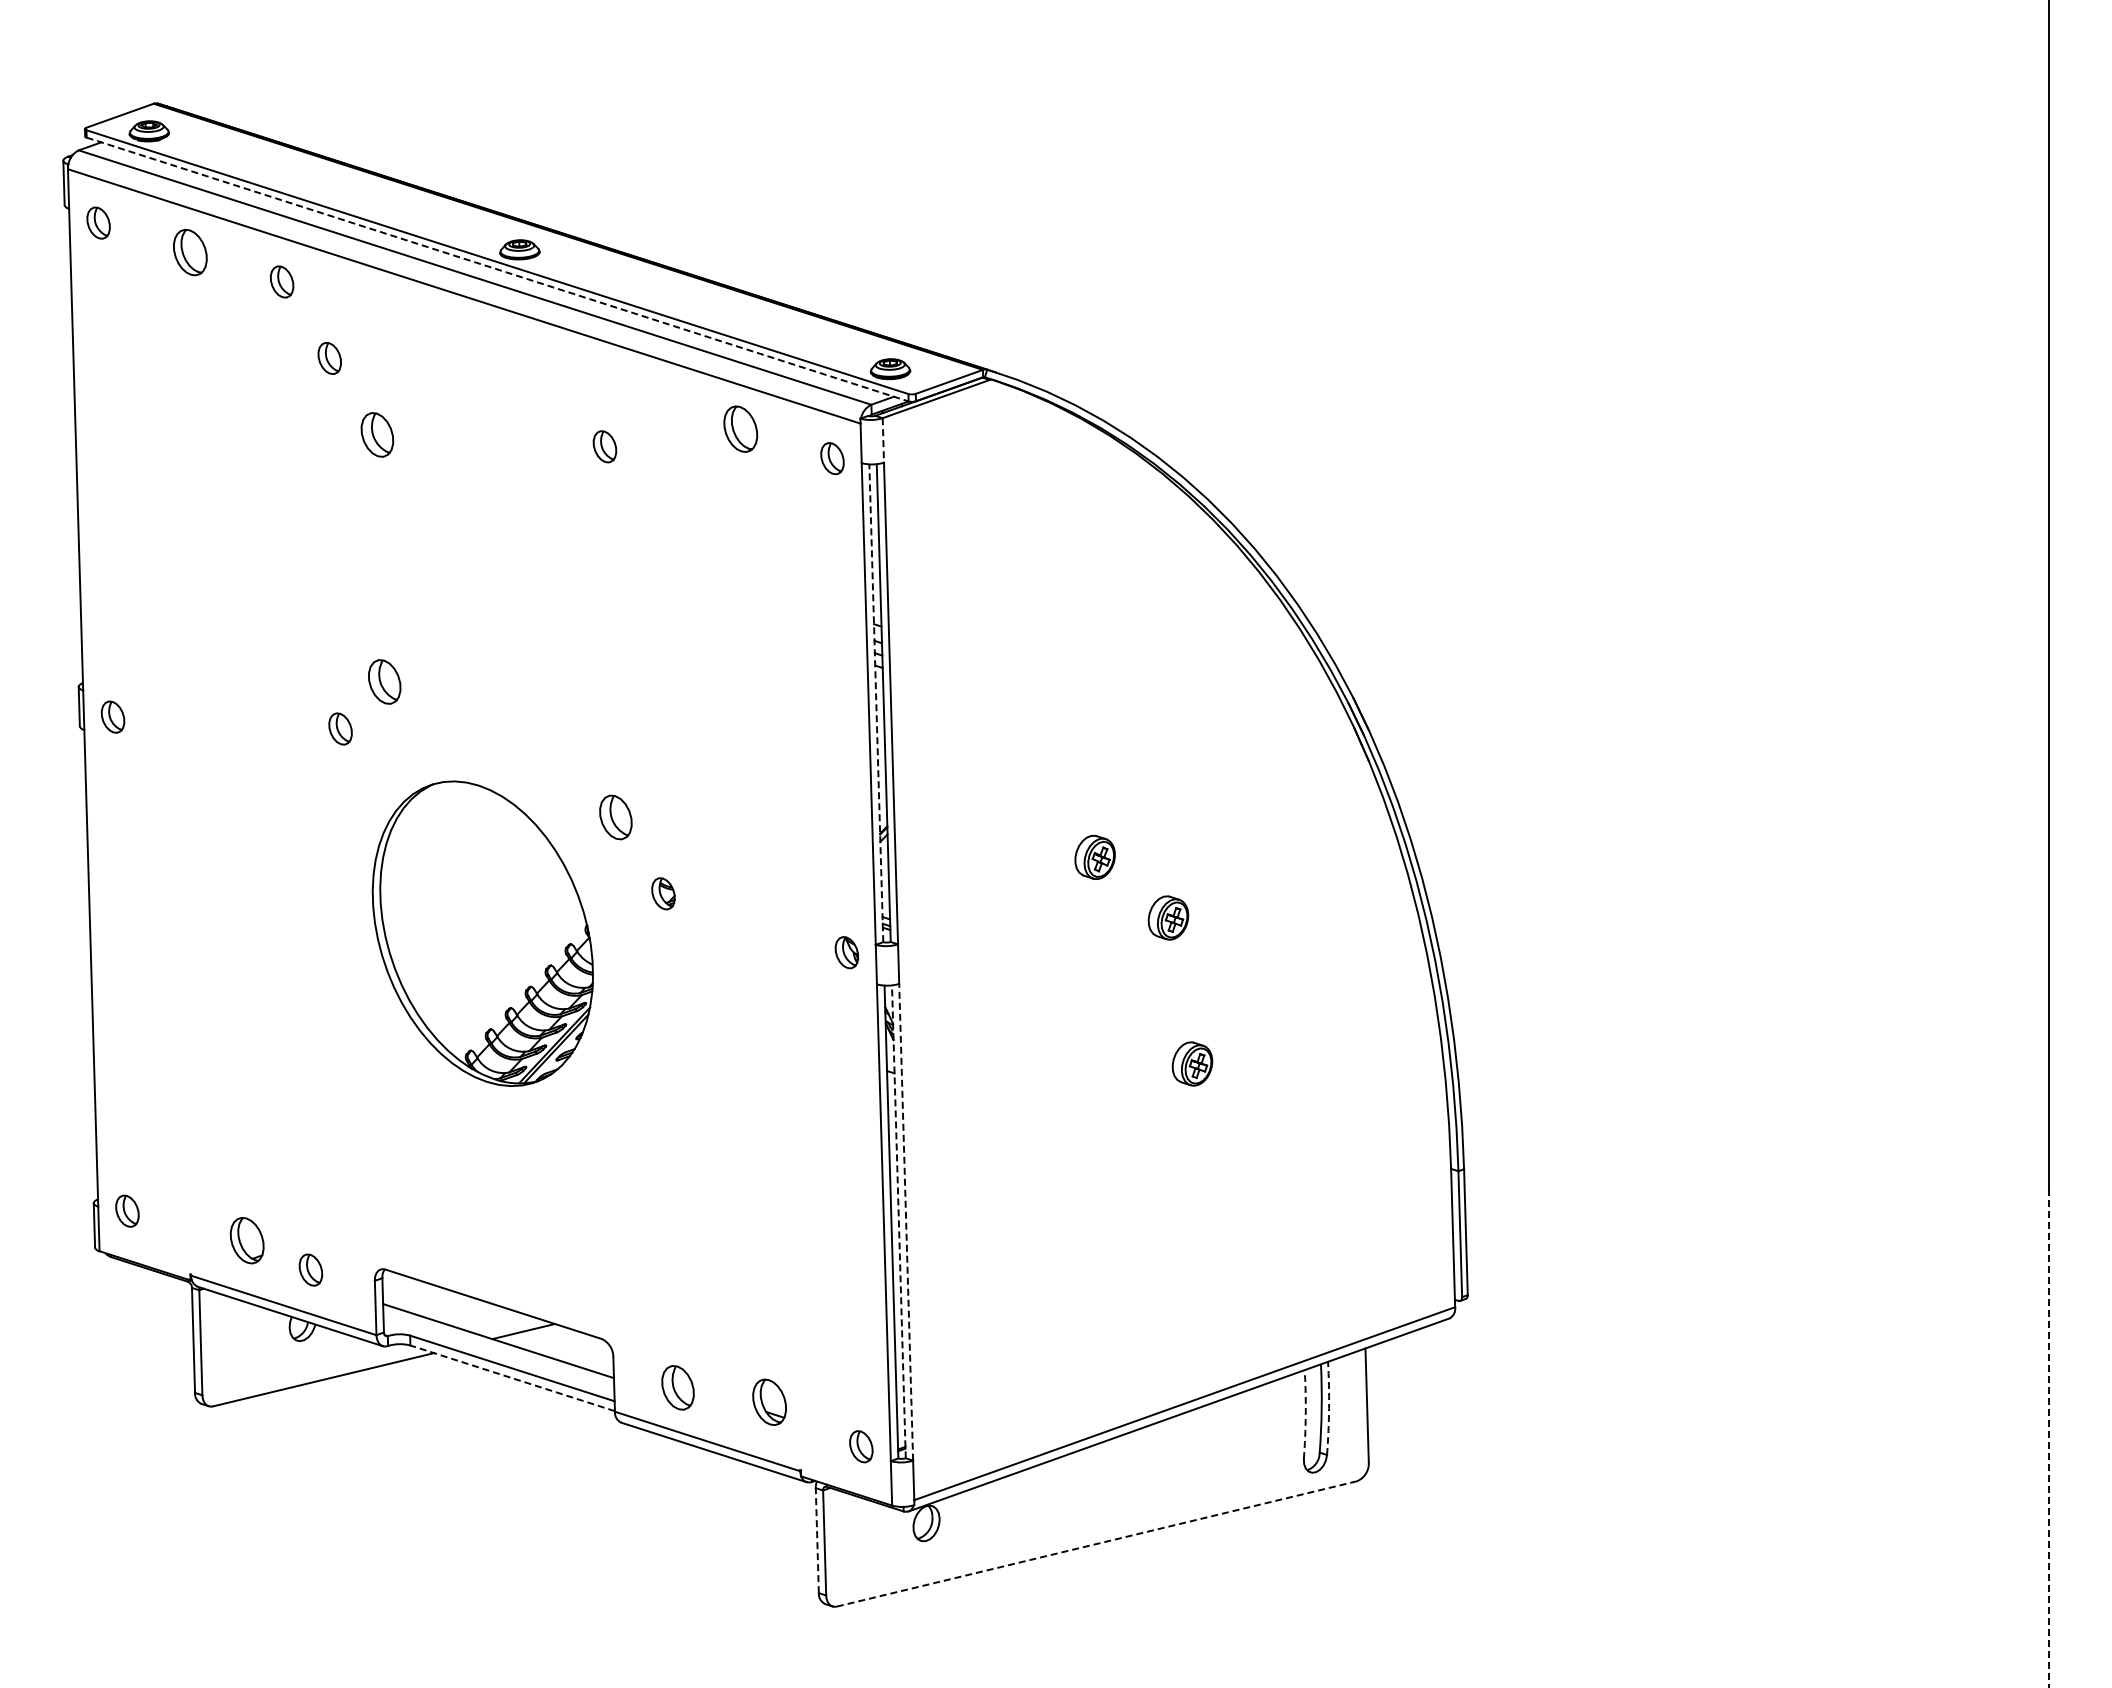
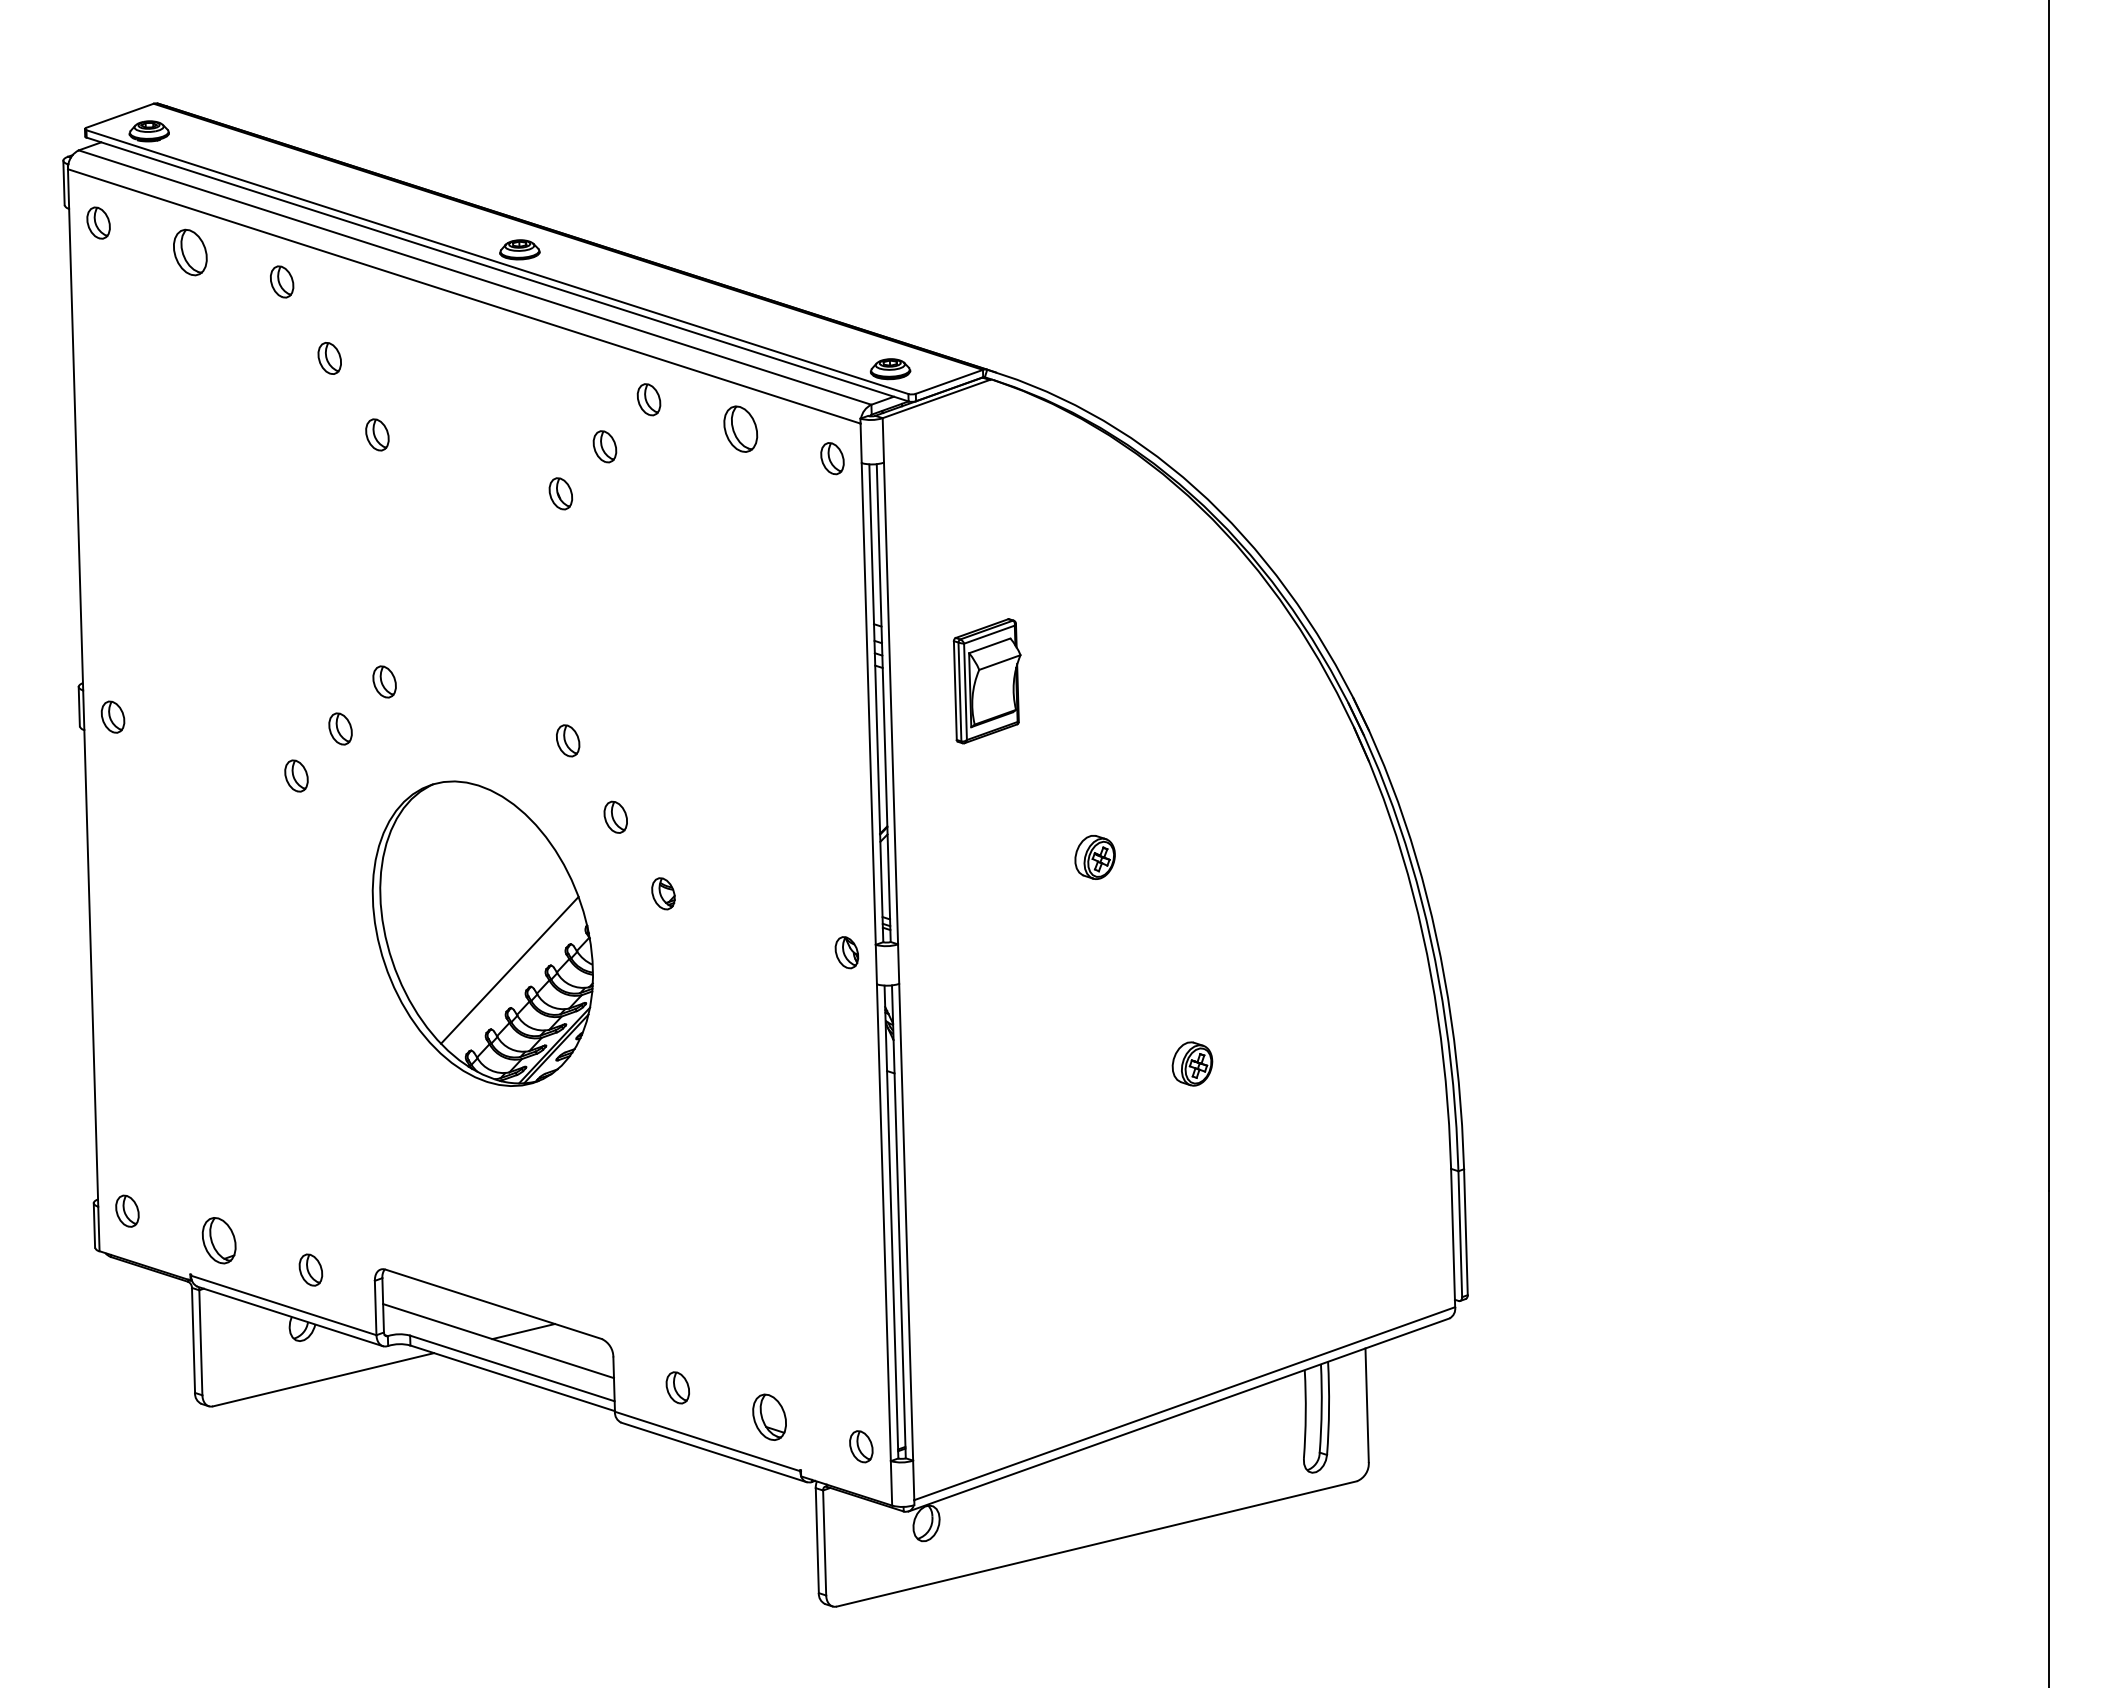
line at (497, 269): dashed -> solid
part at (648, 399): none -> present
part at (377, 434) size: 35x46 px -> 25x34 px
line at (883, 440): dashed -> solid
part at (560, 493): none -> present
part at (384, 681) size: 34x46 px -> 25x34 px
part at (986, 681): none -> present
line at (876, 703): dashed -> solid
part at (568, 740): none -> present
part at (296, 775): none -> present
part at (615, 817) size: 34x47 px -> 25x34 px
part at (1168, 917): present -> none
line at (509, 969): none -> present
line at (898, 1221): dashed -> solid
line at (906, 1221): dashed -> solid
part at (246, 1240) position: (246, 1240) -> (218, 1240)
line at (512, 1378): dashed -> solid
part at (677, 1387) size: 34x46 px -> 25x34 px
part at (769, 1401) position: (769, 1401) -> (769, 1416)
arc at (1329, 1408): dashed -> solid
arc at (1305, 1414): dashed -> solid
line at (2048, 1438): dashed -> solid
line at (817, 1540): dashed -> solid
line at (1097, 1543): dashed -> solid
